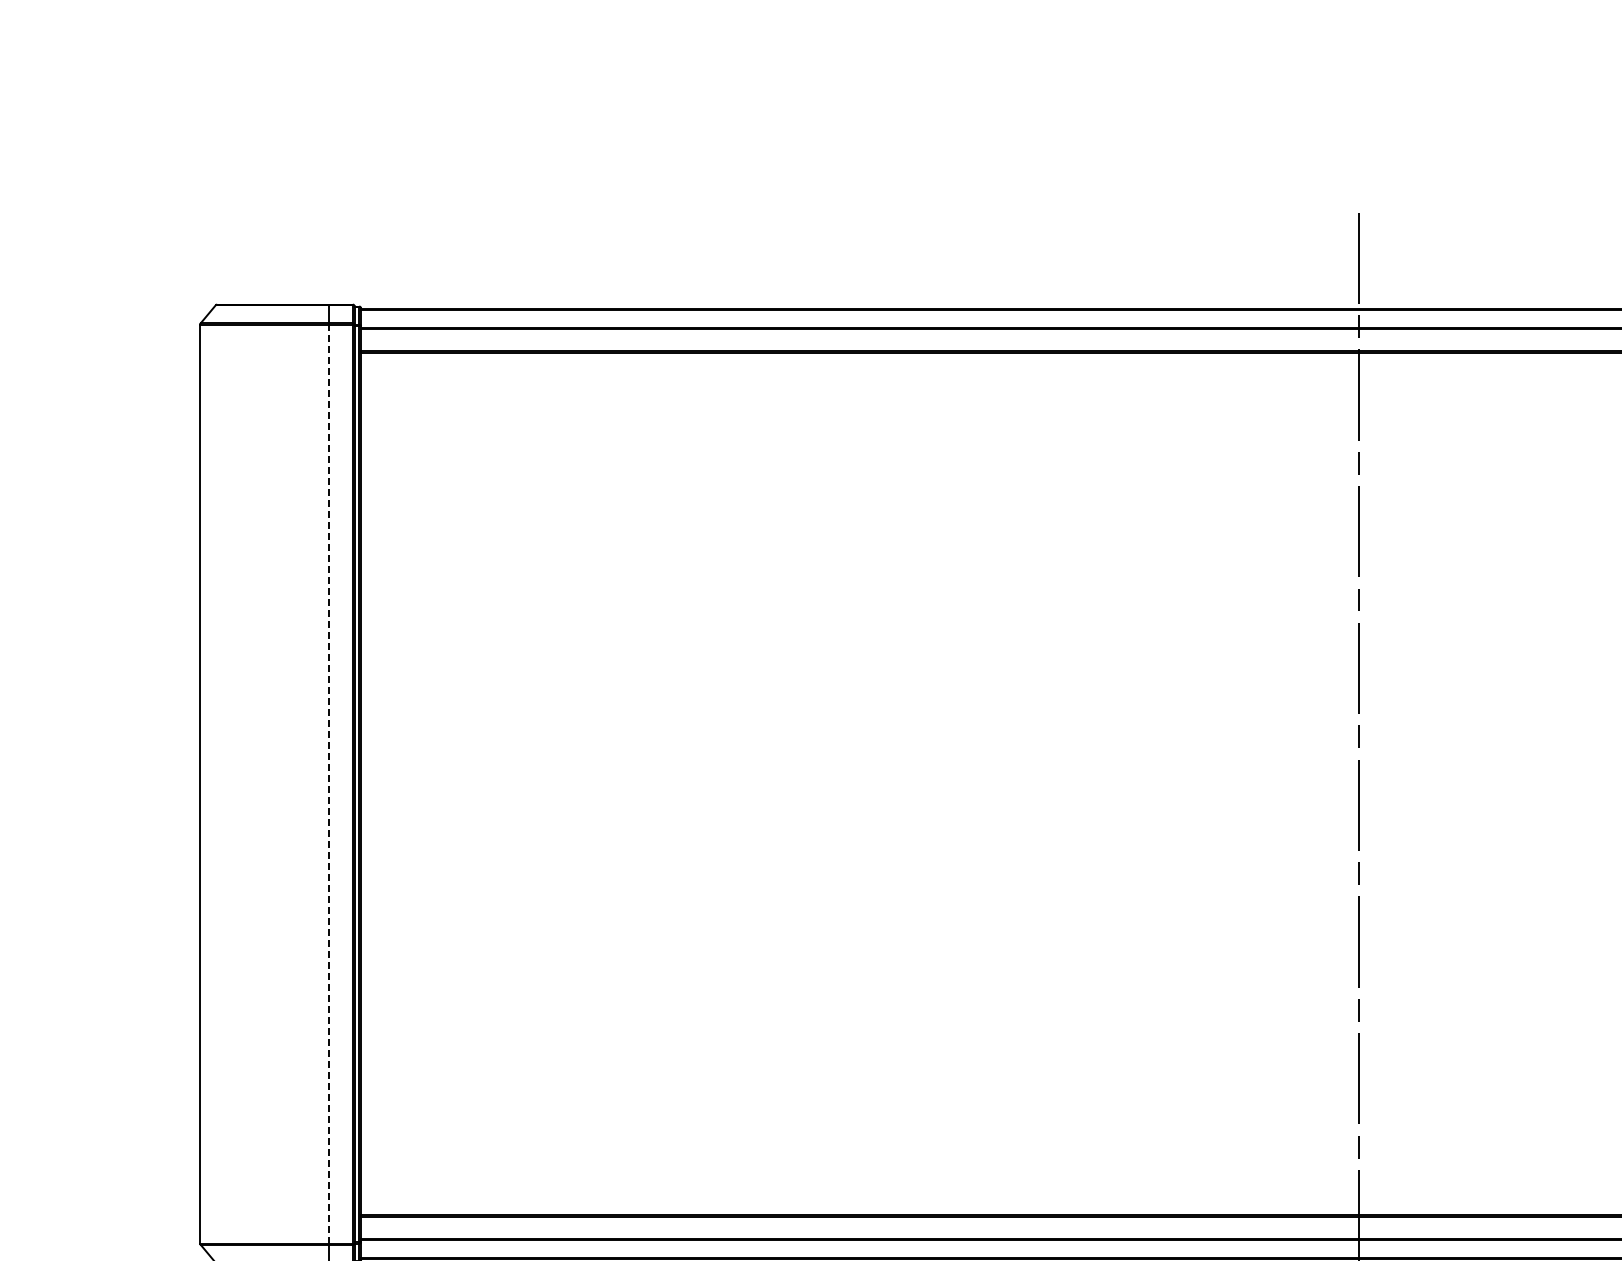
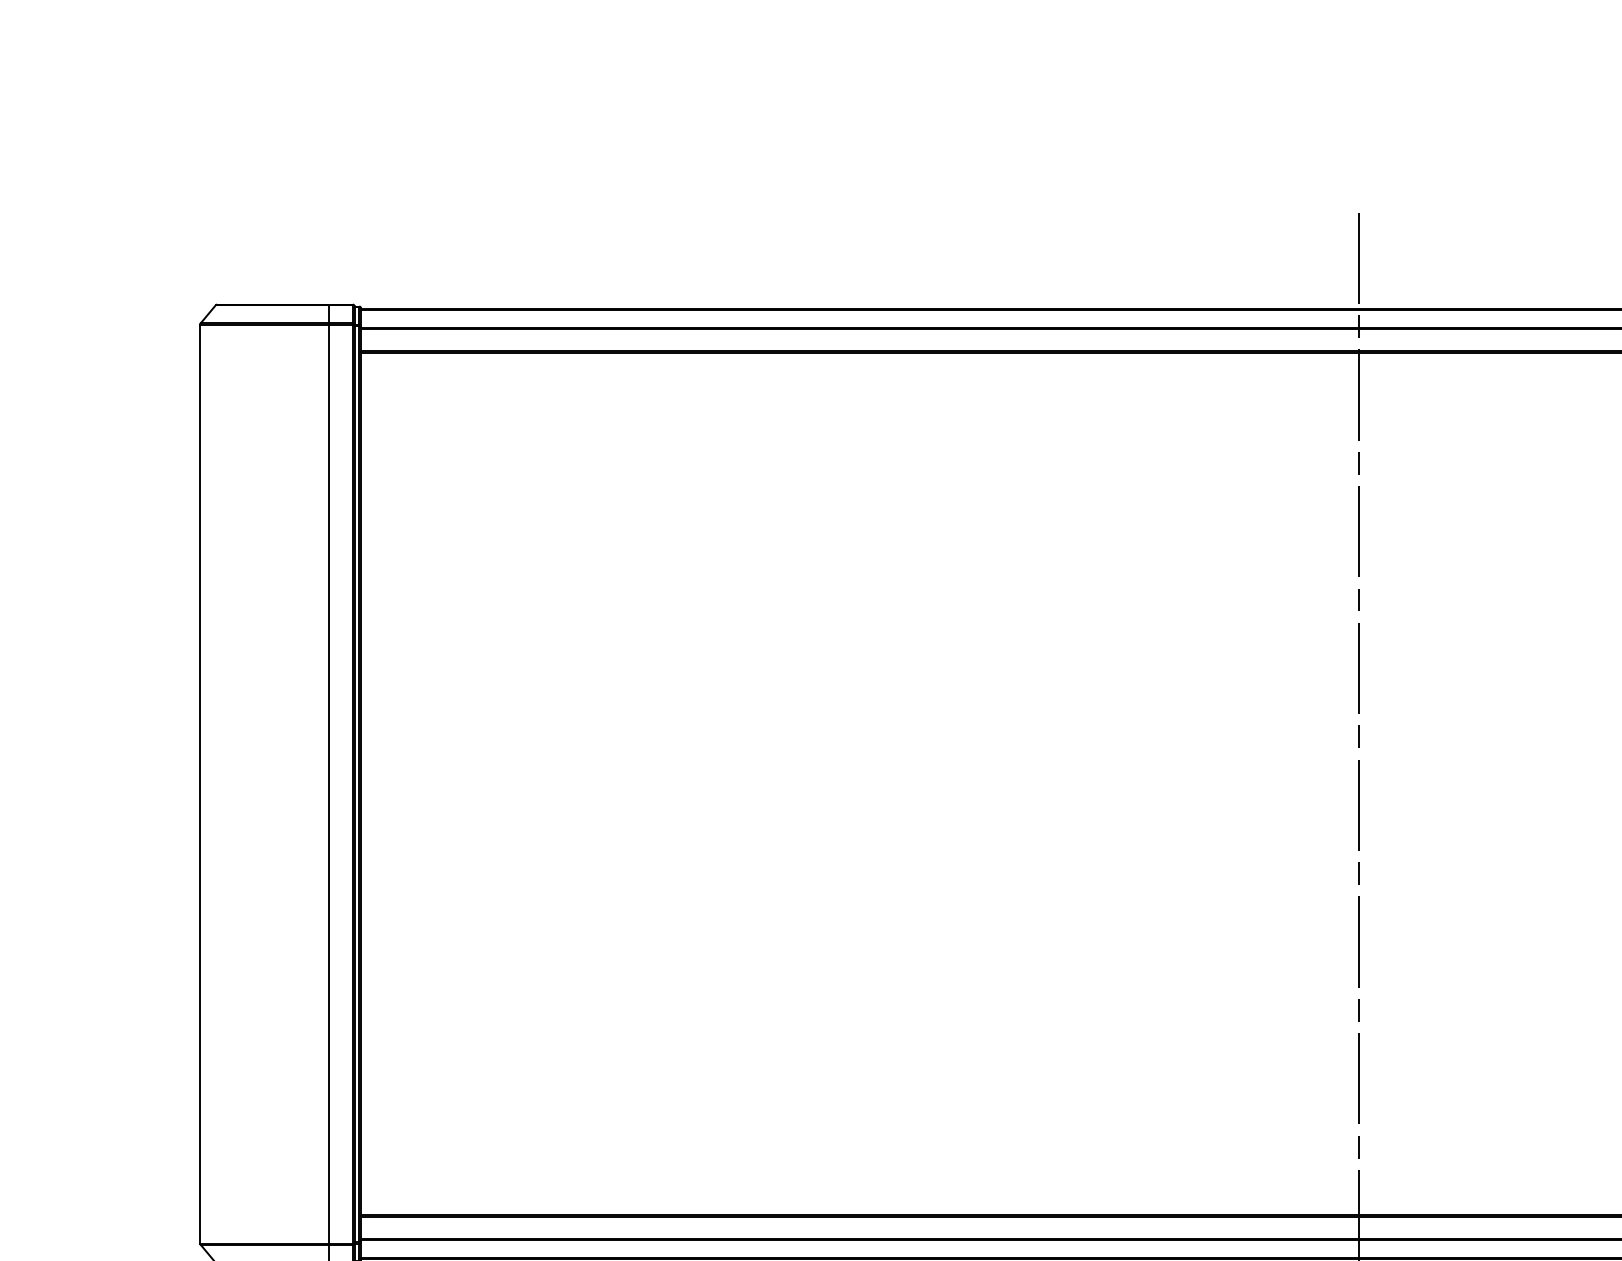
line at (328, 783): dashed -> solid
